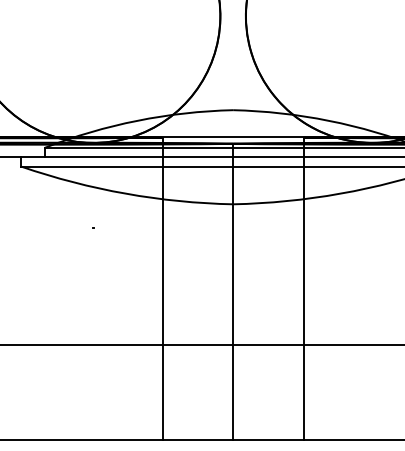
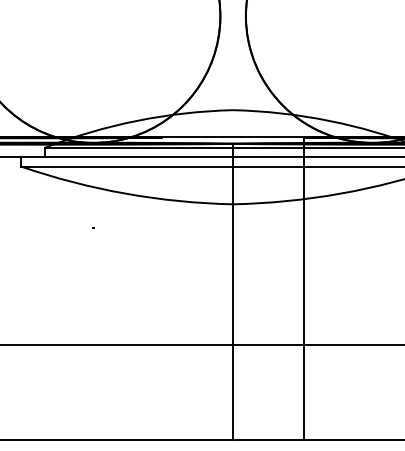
line at (162, 288): present -> none
